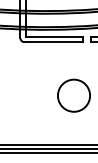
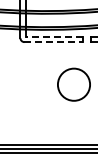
line at (54, 36): solid -> dashed
line at (54, 42): solid -> dashed
circle at (73, 95) position: (73, 95) -> (73, 84)
